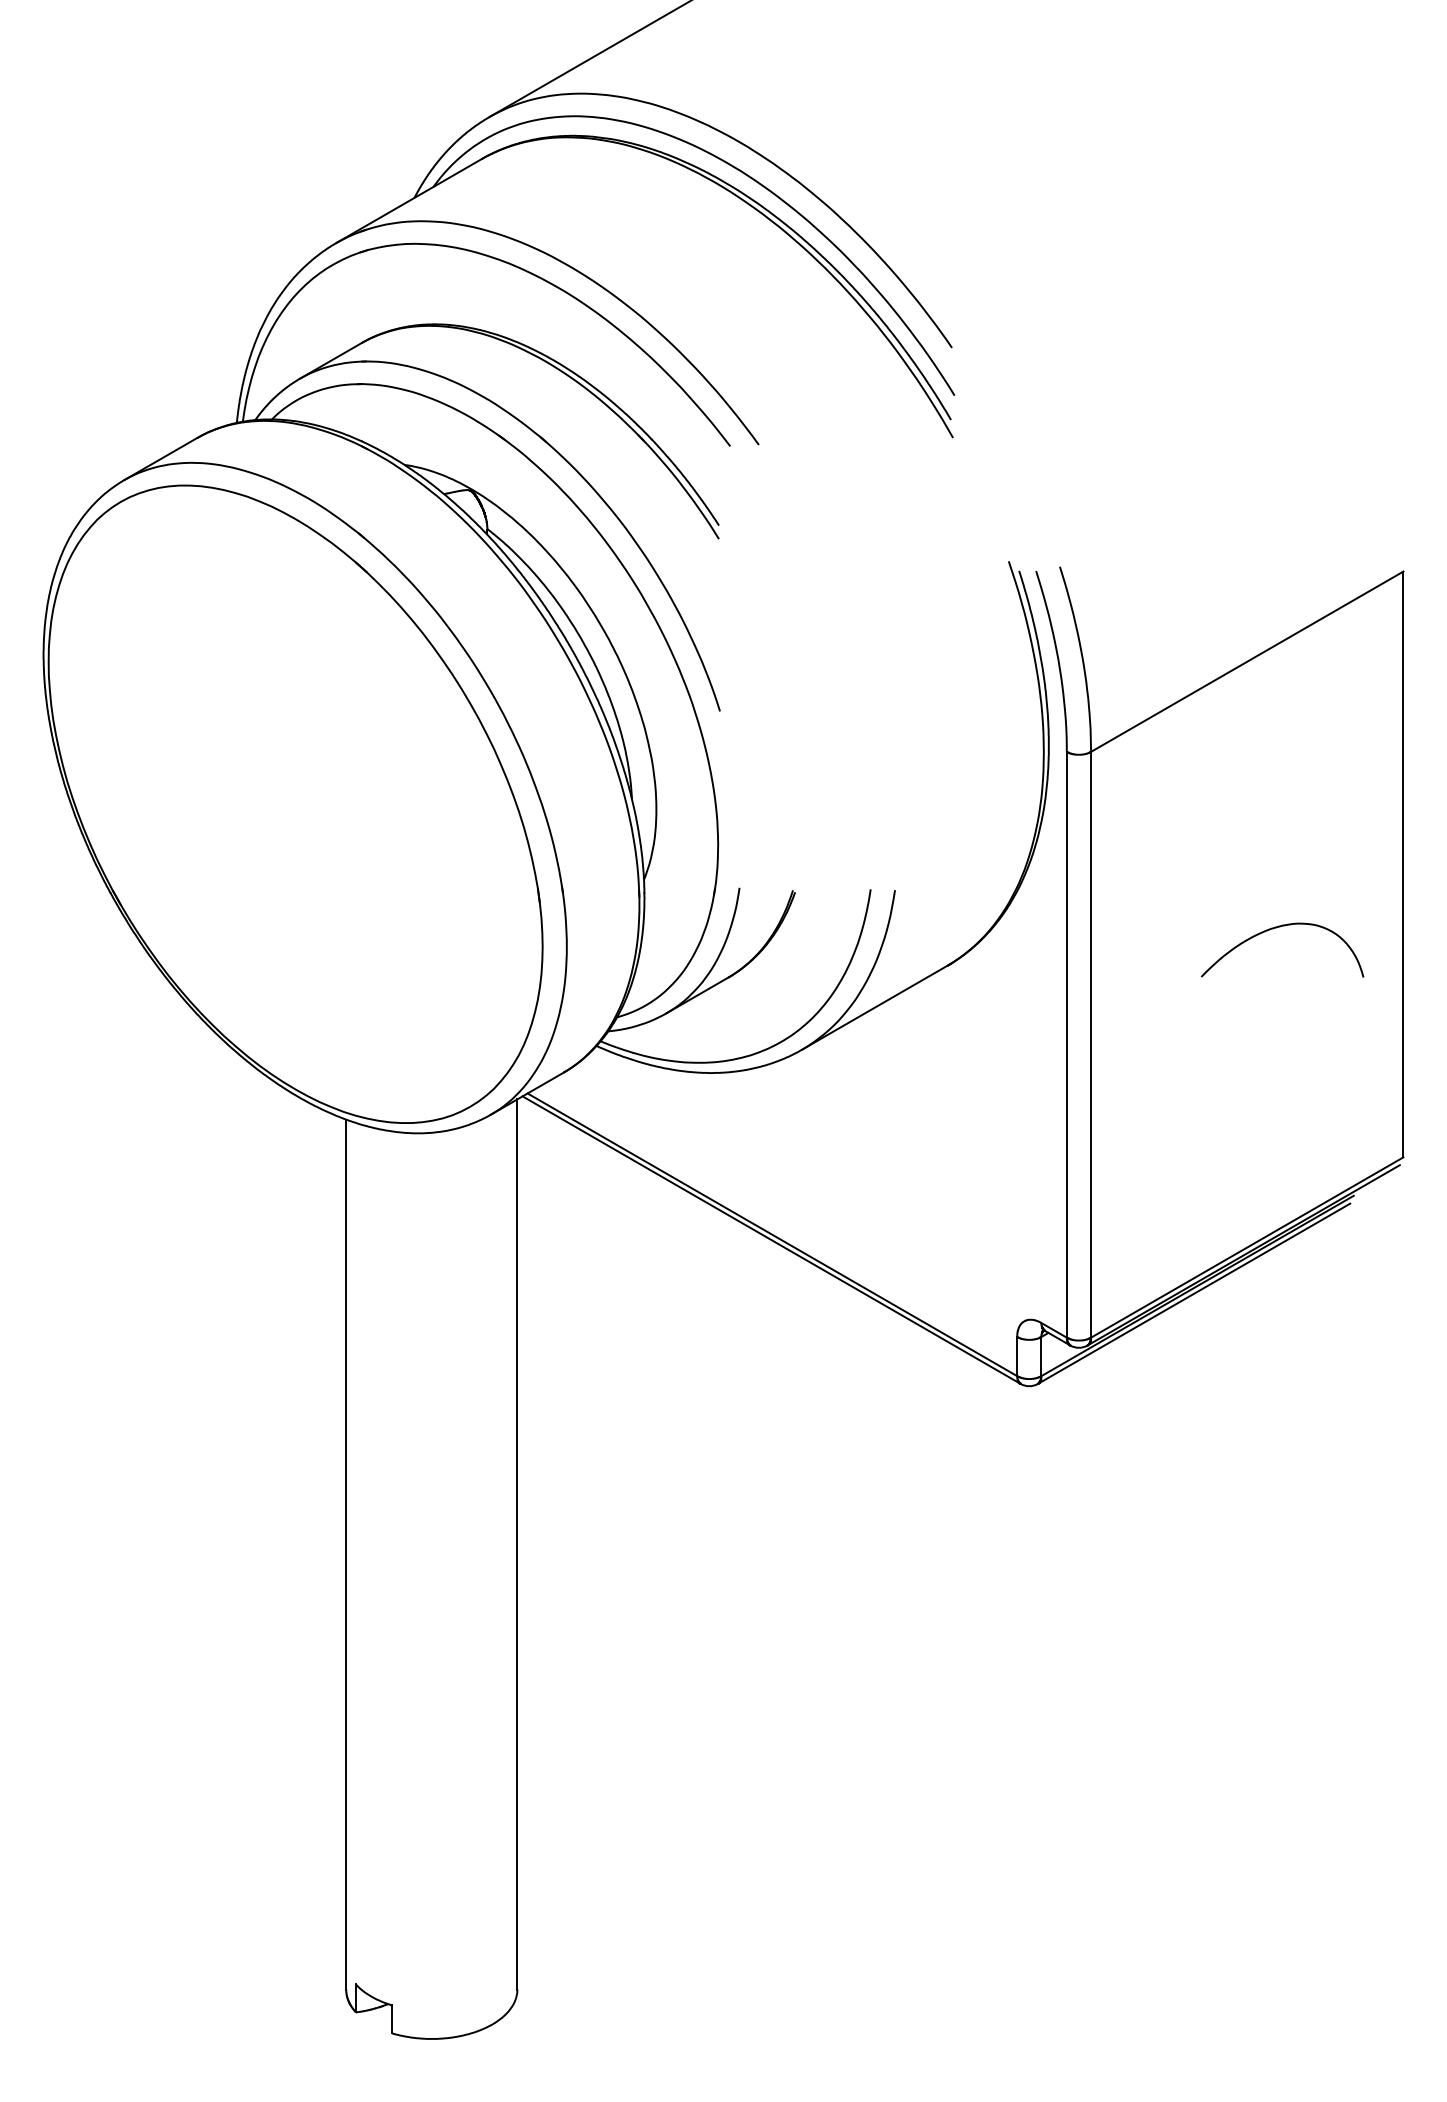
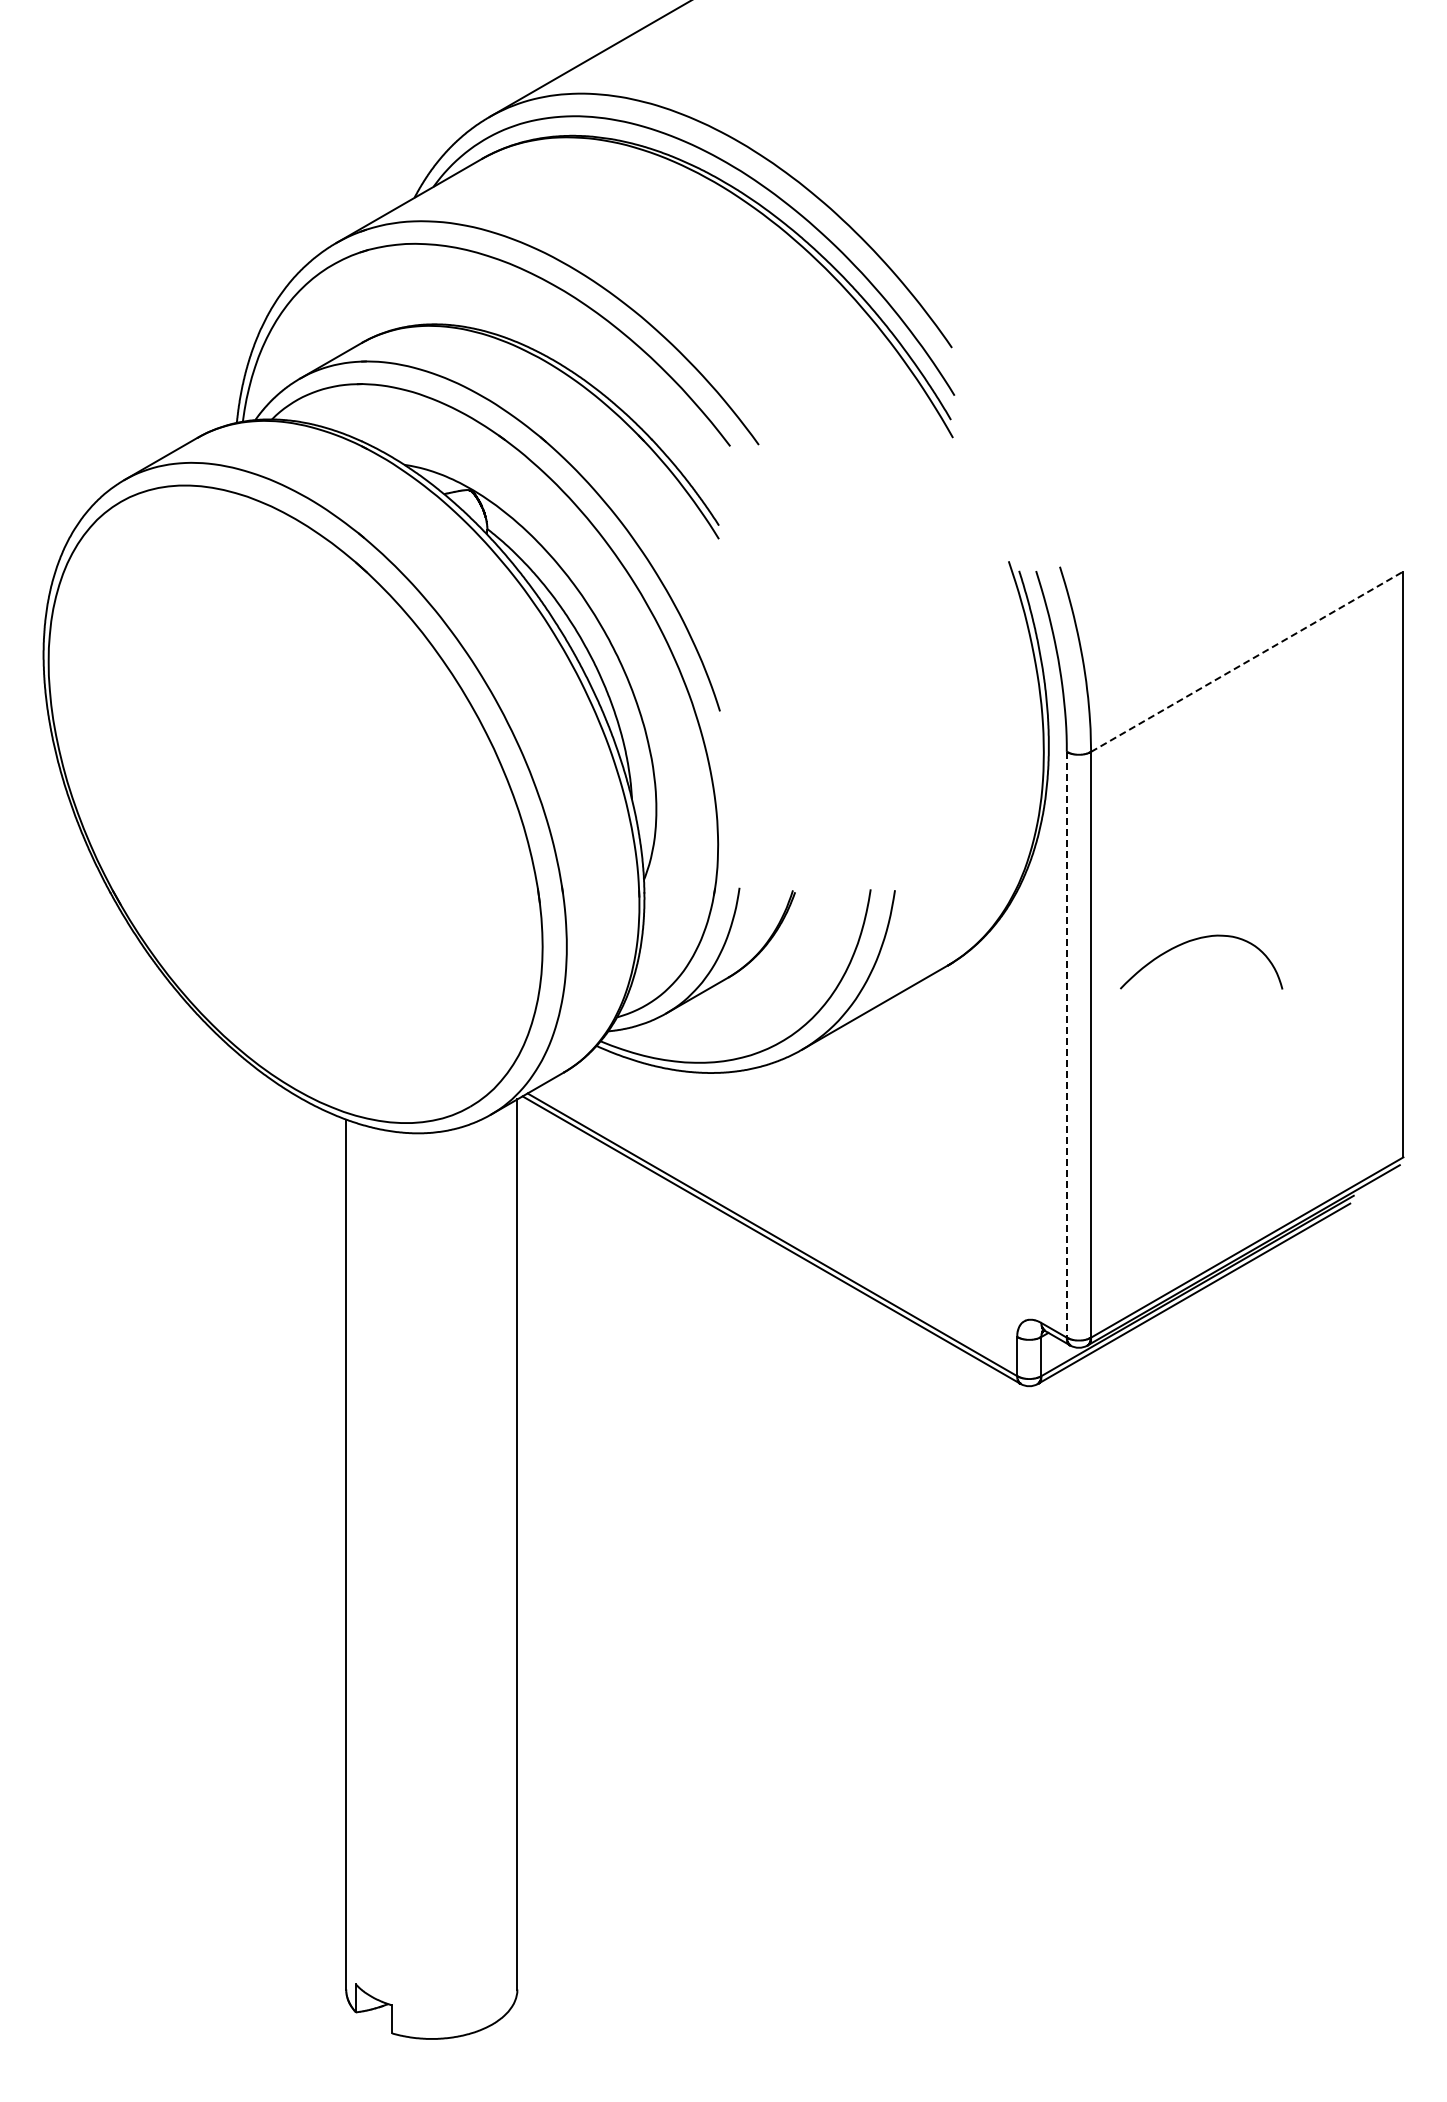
line at (1247, 661): solid -> dashed
curve at (1276, 928) position: (1276, 928) -> (1195, 940)
line at (1066, 1044): solid -> dashed
